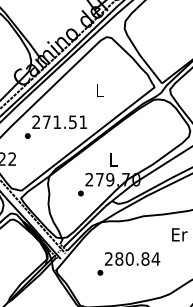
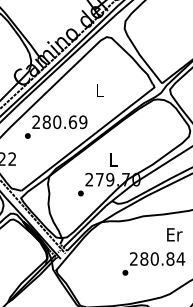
text at (64, 122): 271.51 -> 280.69
text at (179, 234) position: (179, 234) -> (174, 234)
text at (128, 263) position: (128, 263) -> (153, 263)
